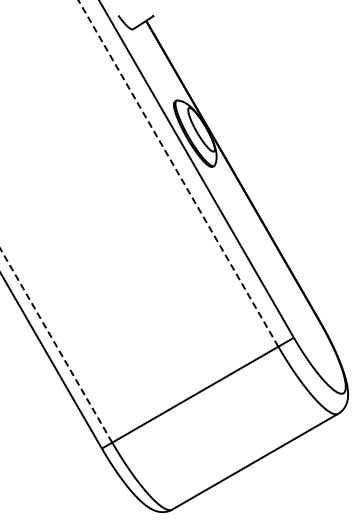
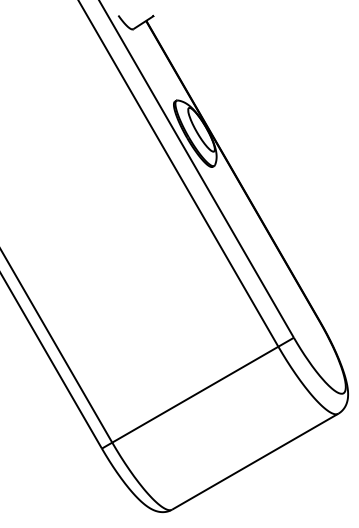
line at (178, 173): dashed -> solid
line at (56, 345): dashed -> solid
